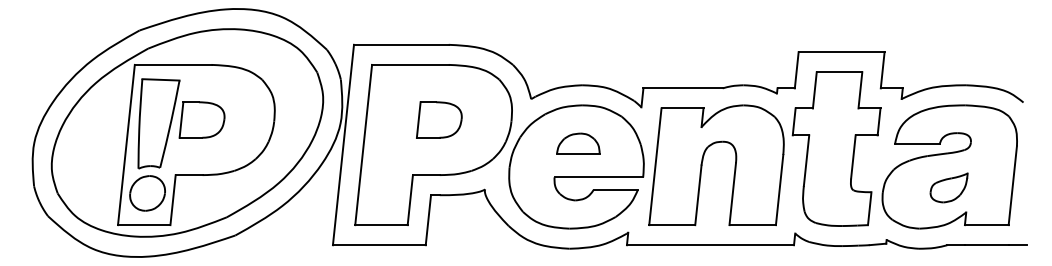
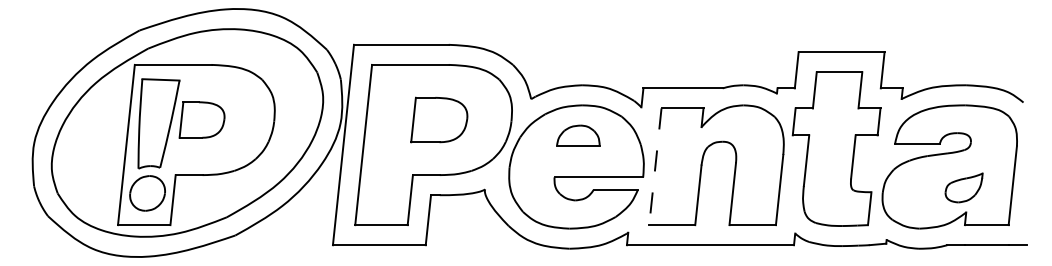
part at (439, 119) size: 47x38 px -> 59x48 px
part at (578, 143) position: (578, 143) -> (578, 135)
line at (655, 166): solid -> dashed
part at (948, 187) position: (948, 187) -> (963, 187)
